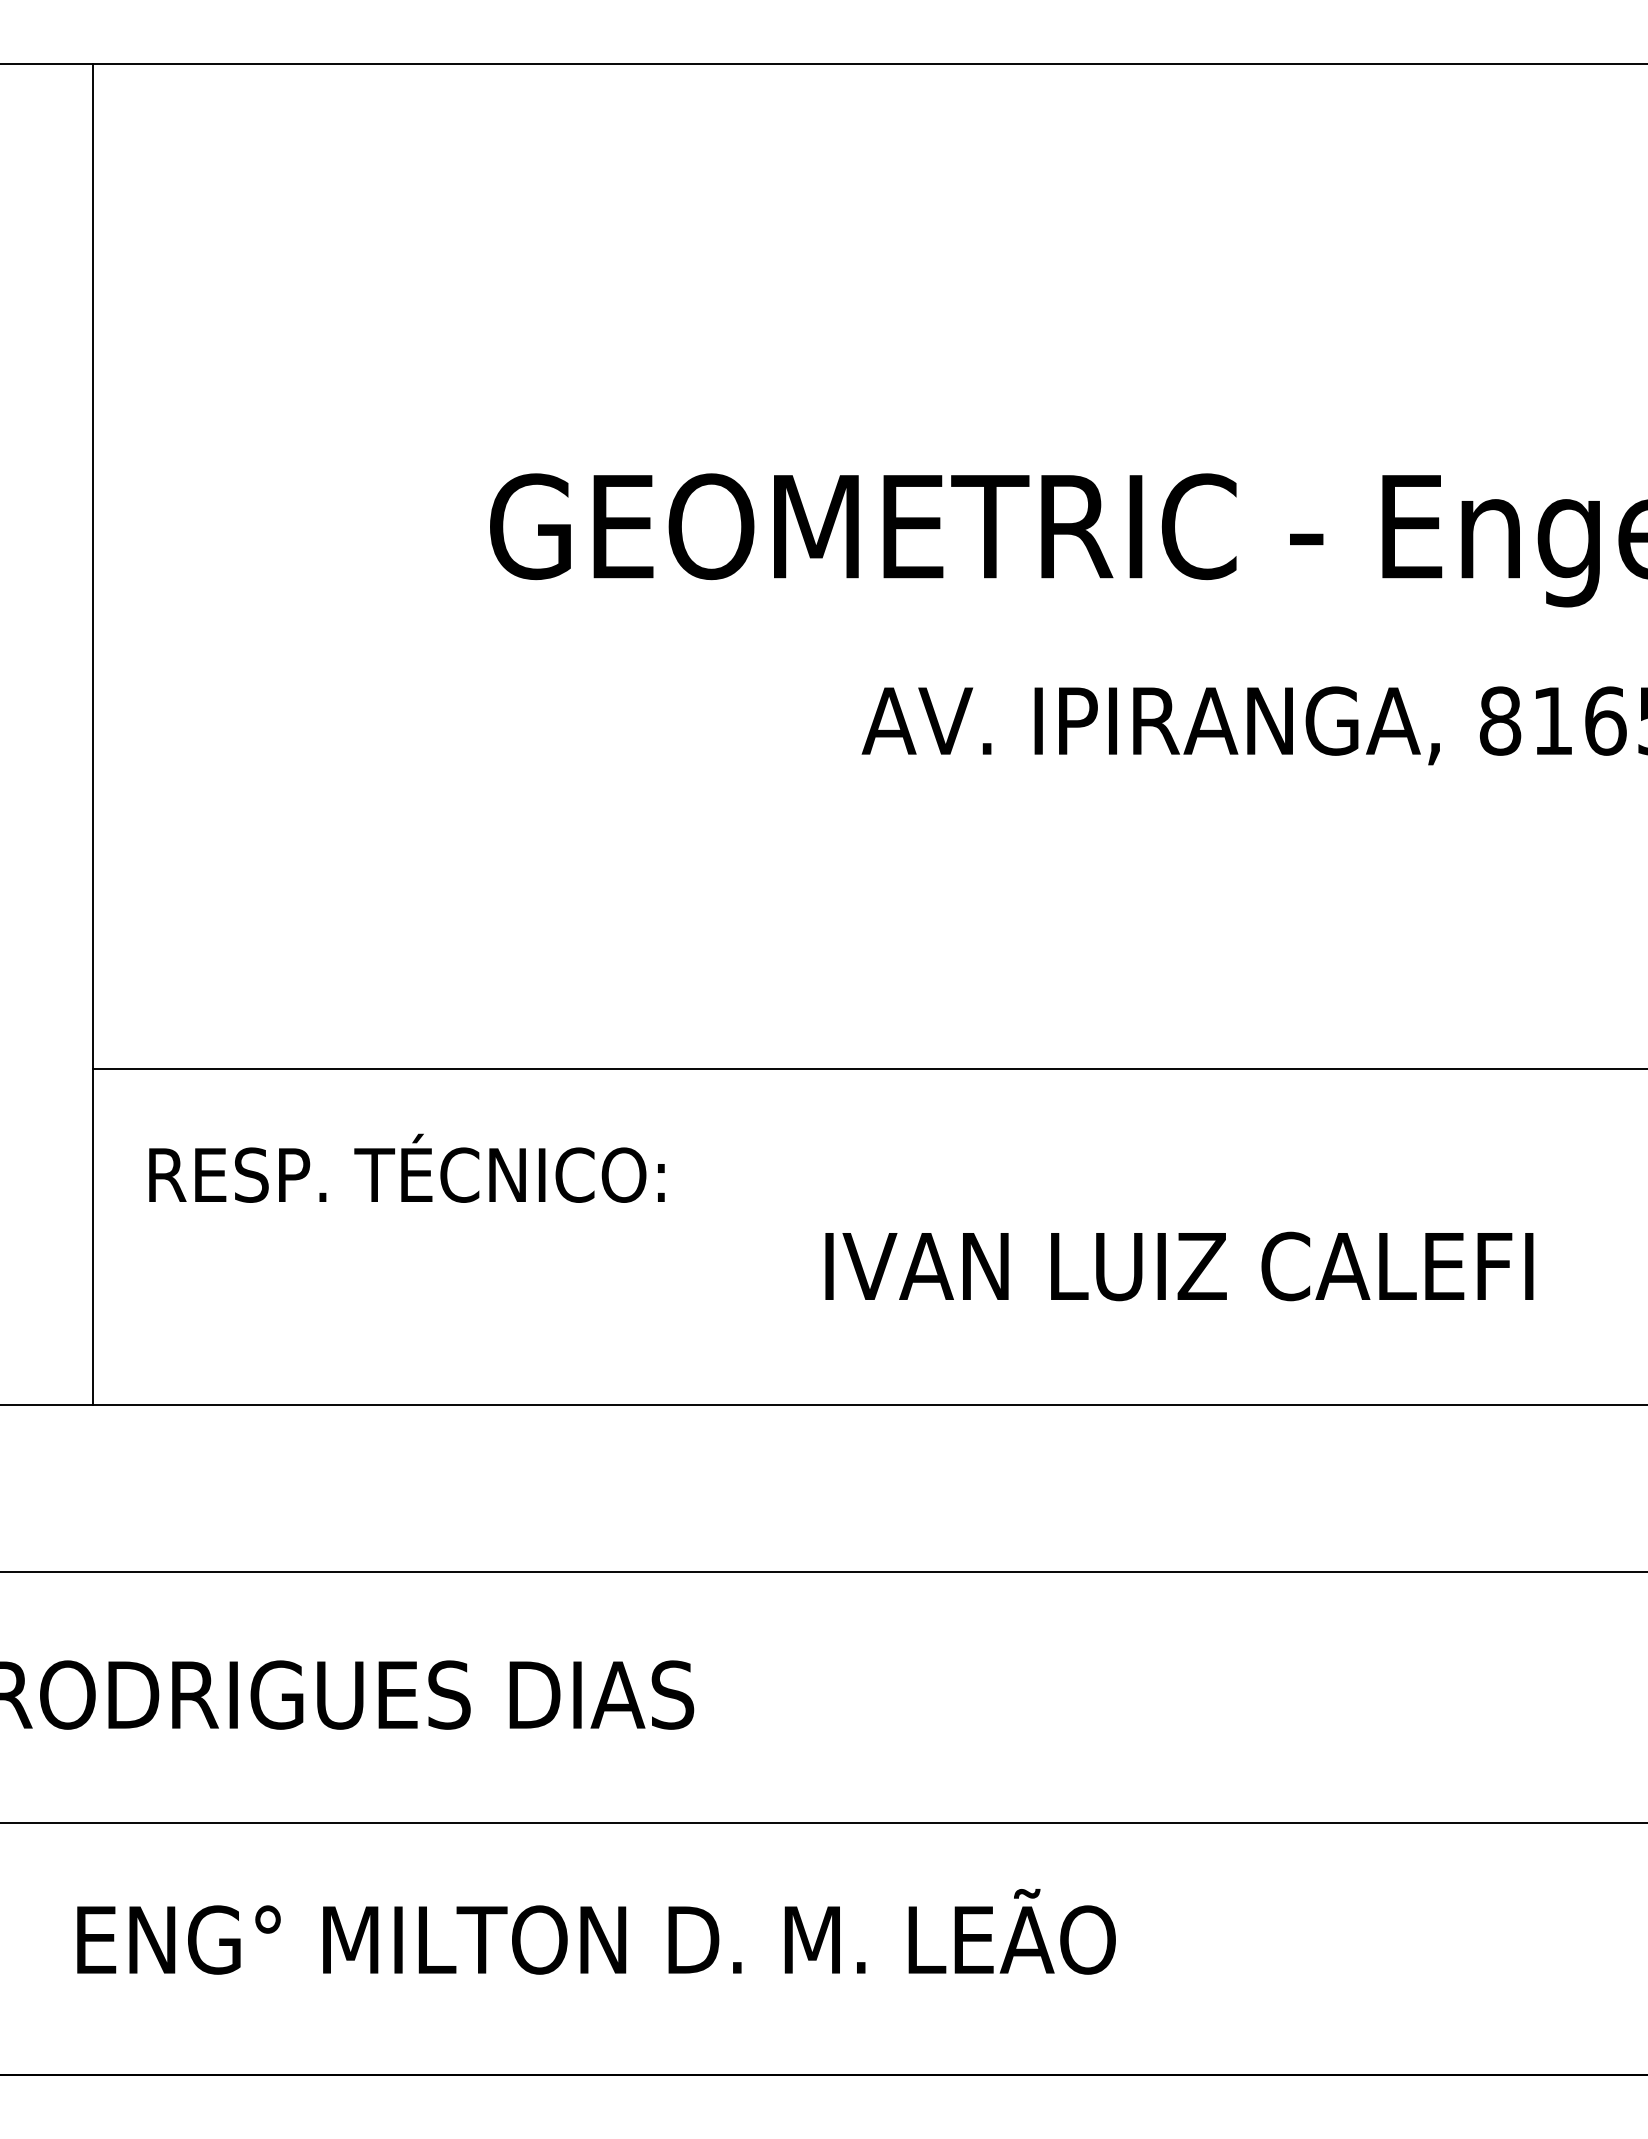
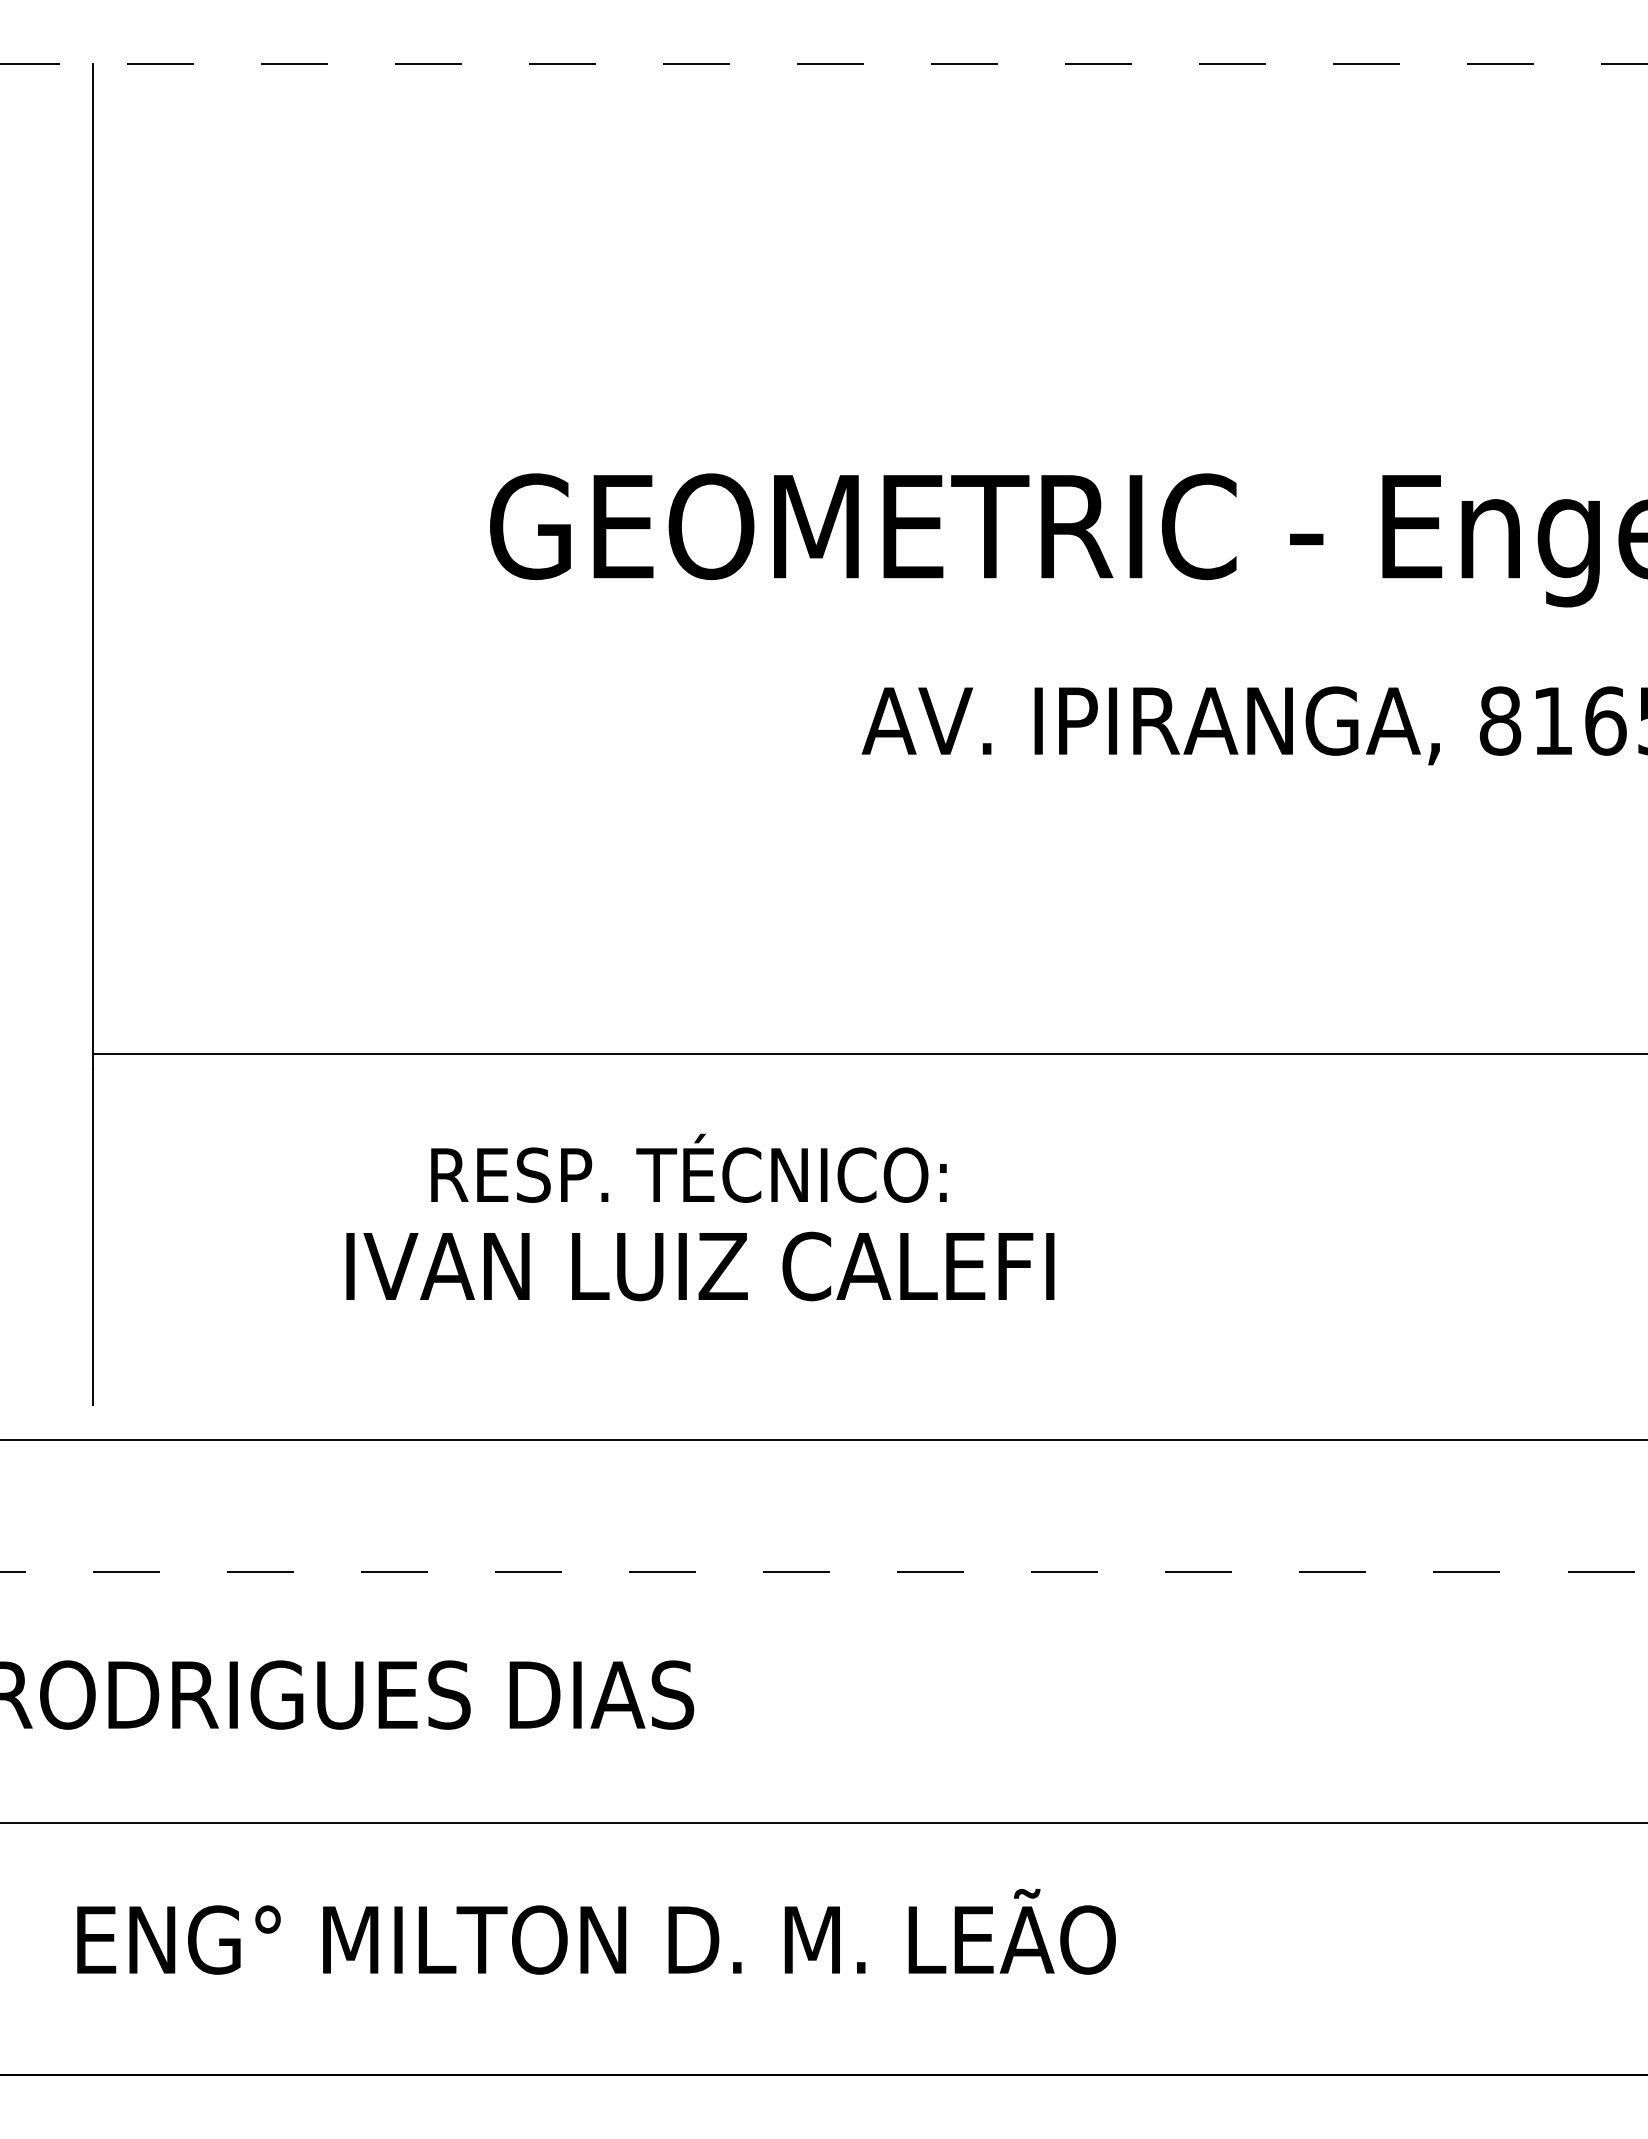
line at (823, 64): solid -> dashed
line at (868, 1069) position: (868, 1069) -> (868, 1054)
text at (406, 1167) position: (406, 1167) -> (688, 1167)
text at (1179, 1266) position: (1179, 1266) -> (700, 1266)
line at (823, 1404) position: (823, 1404) -> (823, 1439)
line at (824, 1572): solid -> dashed
